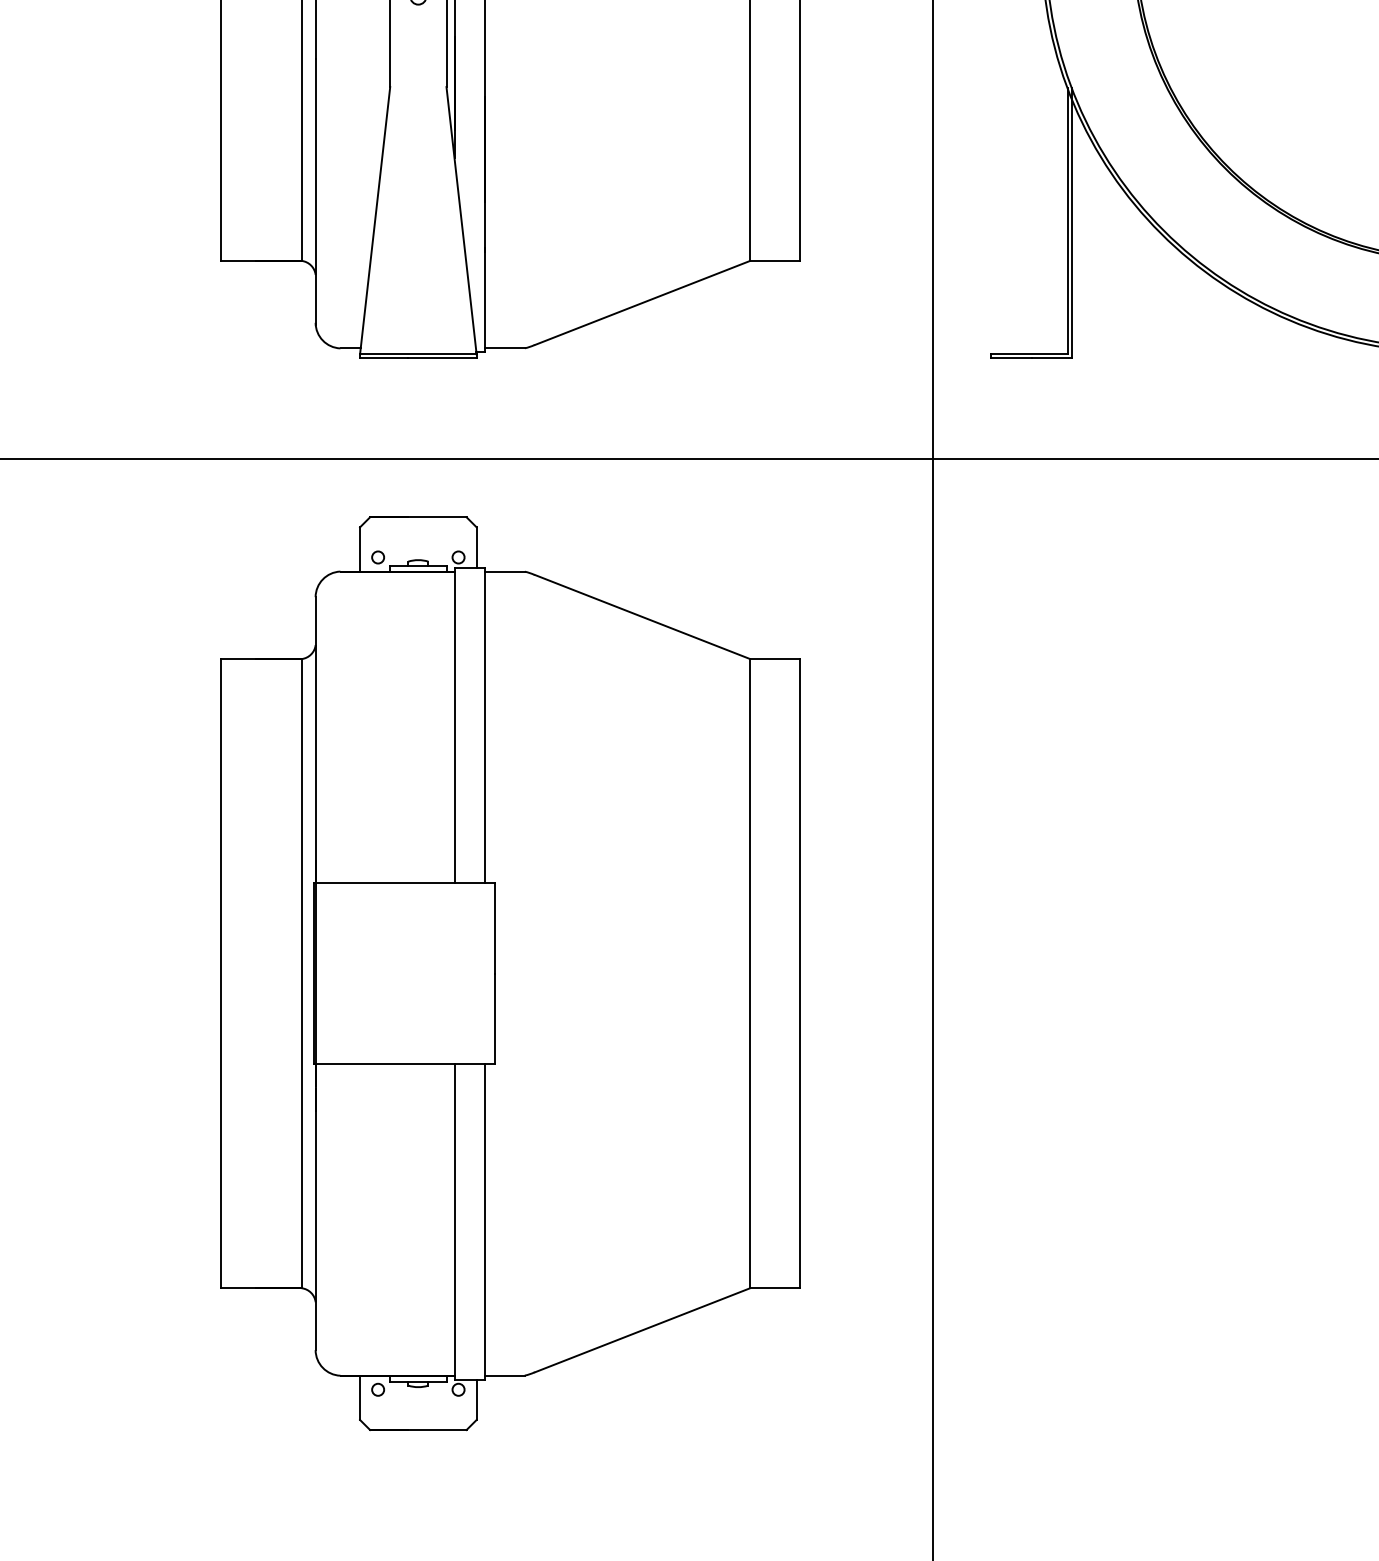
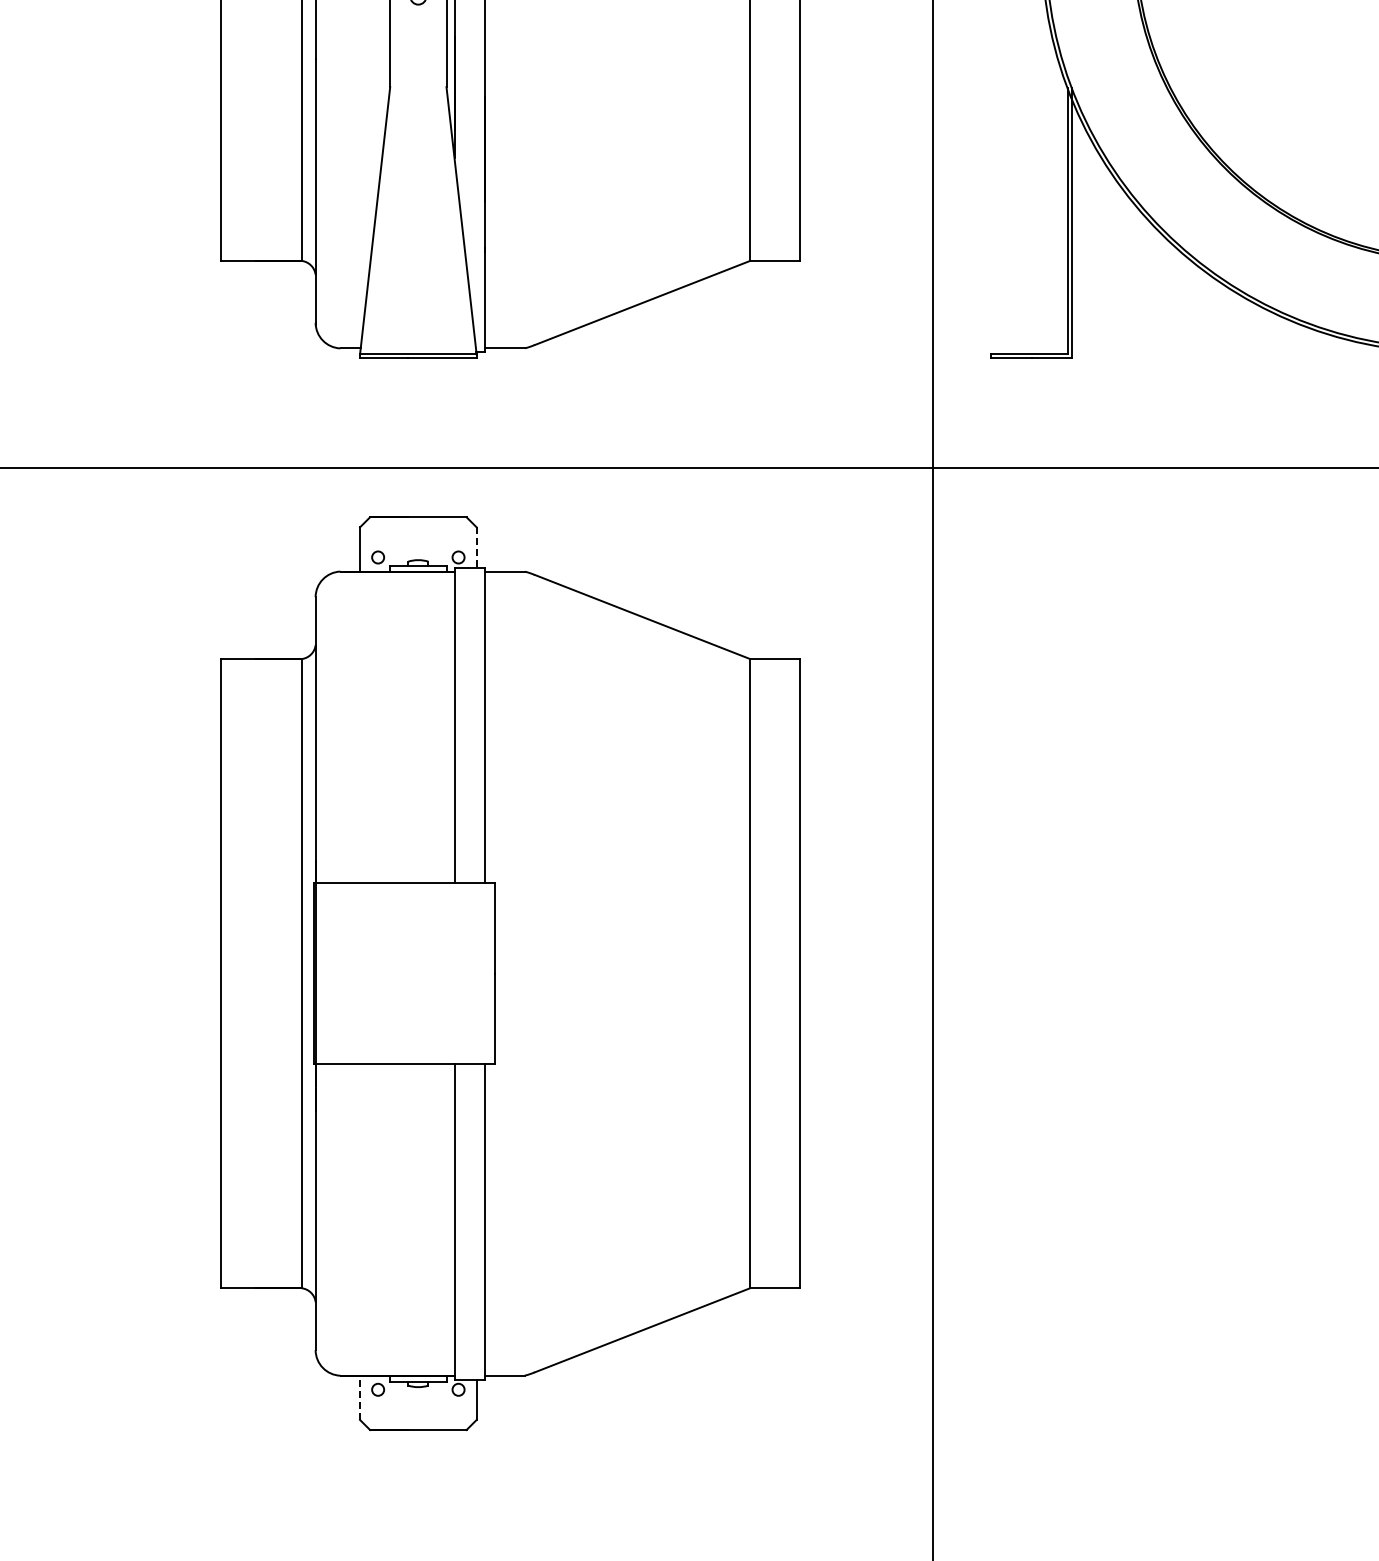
line at (688, 459) position: (688, 459) -> (688, 468)
line at (476, 547): solid -> dashed
line at (360, 1397): solid -> dashed
